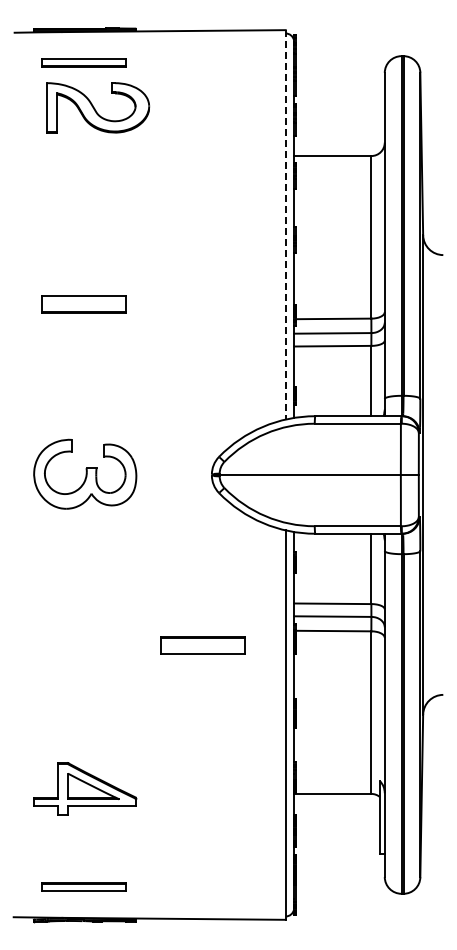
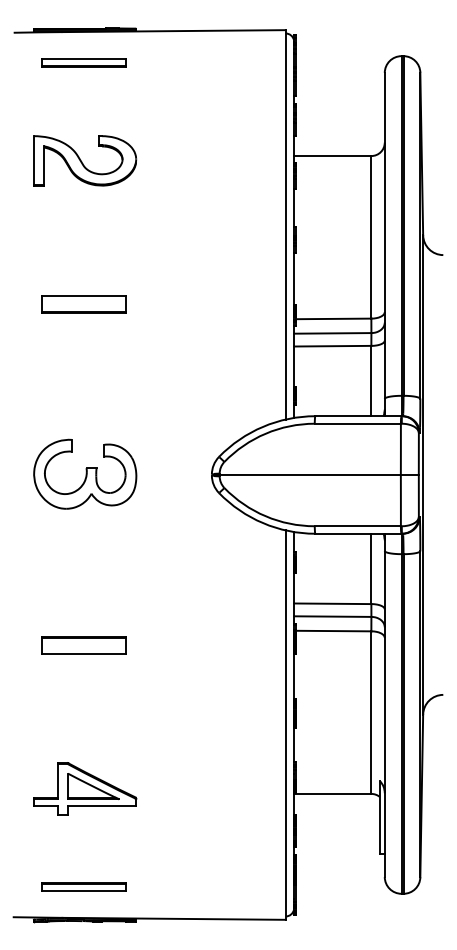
part at (98, 107) position: (98, 107) -> (85, 160)
line at (285, 224): dashed -> solid
part at (202, 645) position: (202, 645) -> (83, 645)
